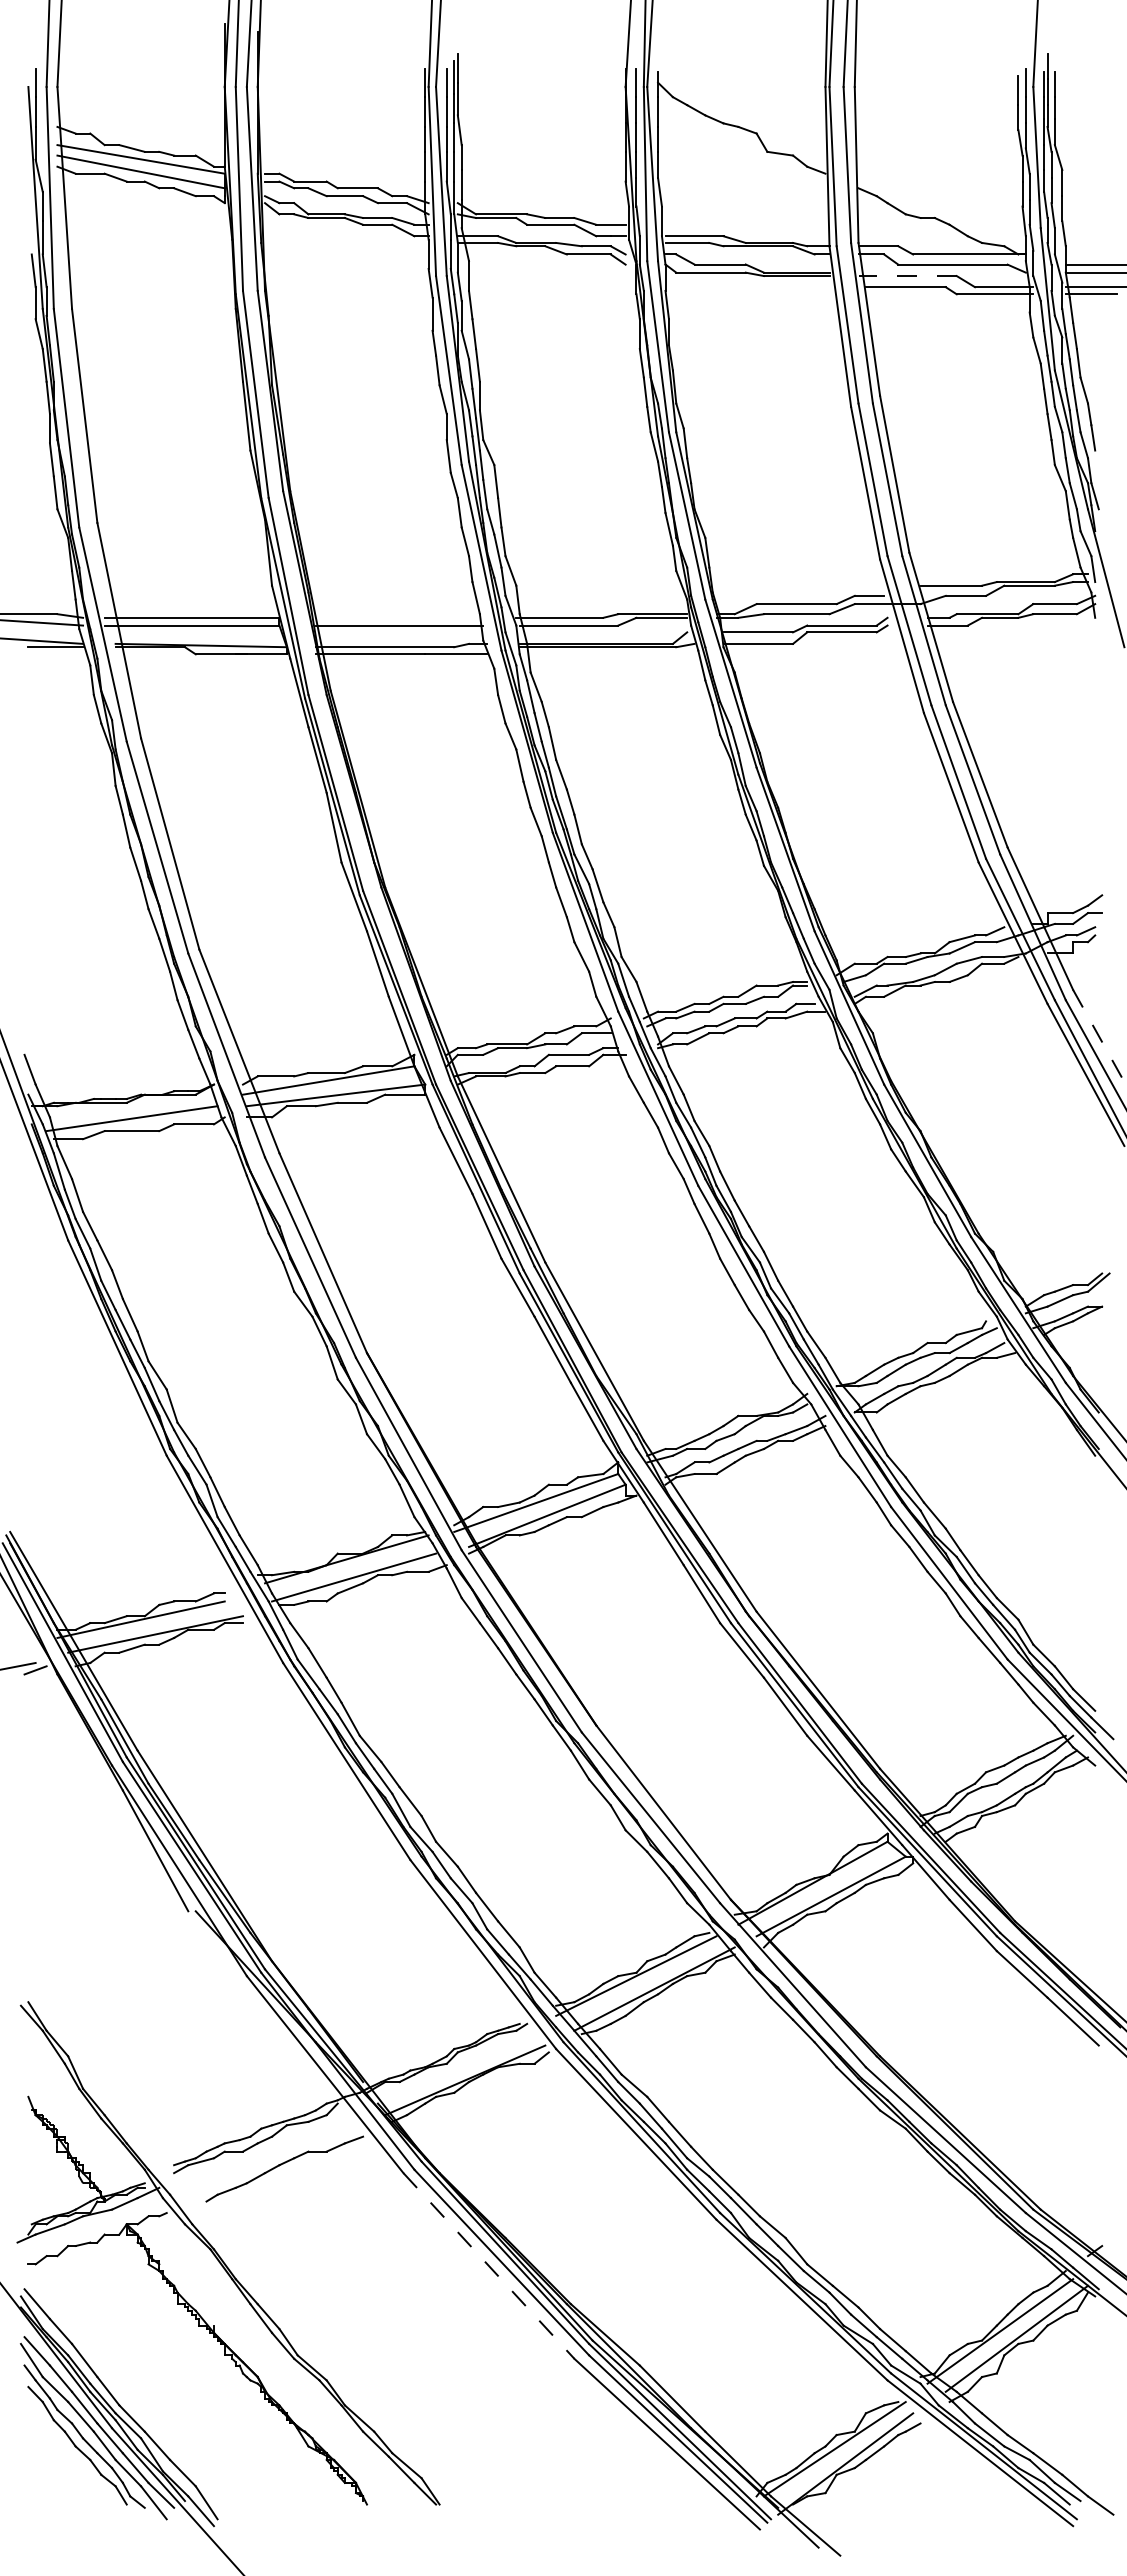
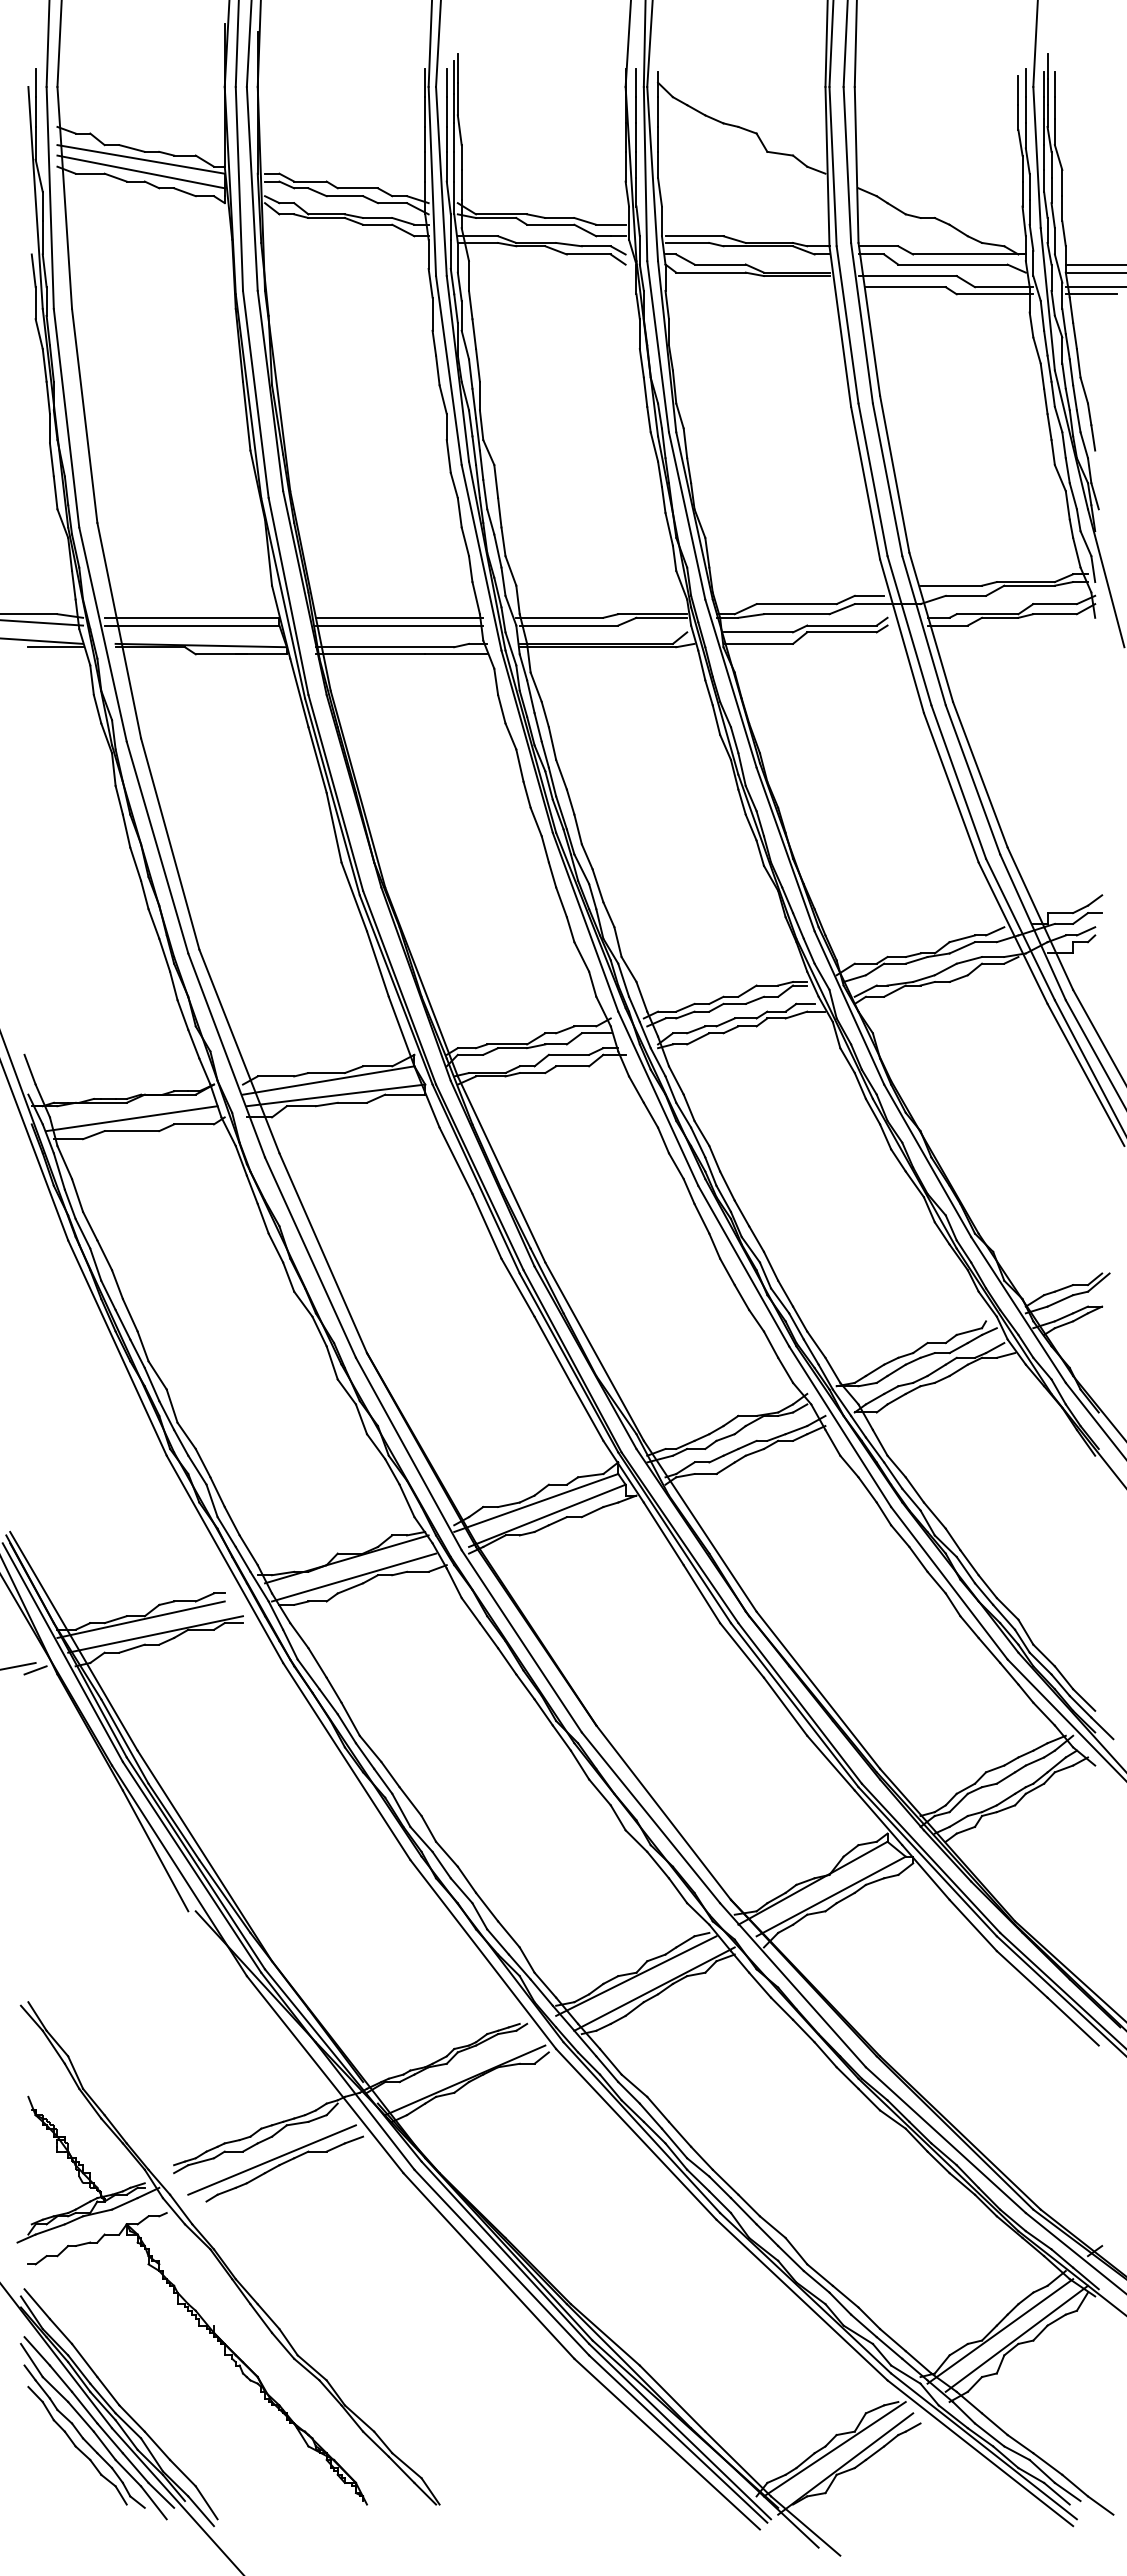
line at (907, 276): dashed -> solid
line at (399, 617): none -> present
line at (1100, 1038): dashed -> solid
line at (271, 2159): none -> present
line at (489, 2266): dashed -> solid
